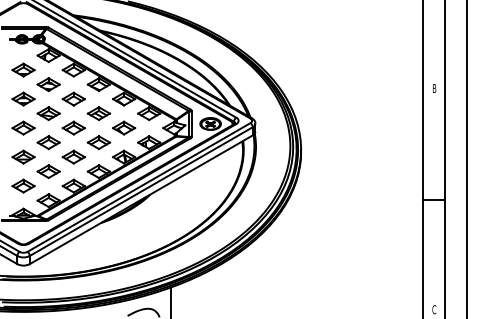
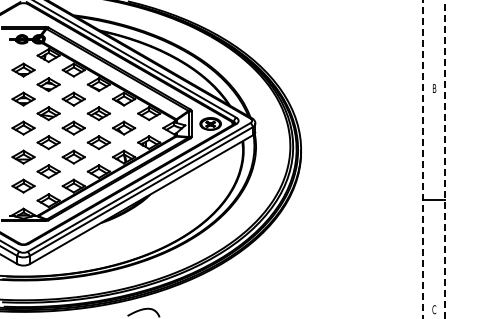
line at (467, 158): present -> none
line at (422, 159): solid -> dashed
line at (444, 159): solid -> dashed
line at (170, 301): present -> none
